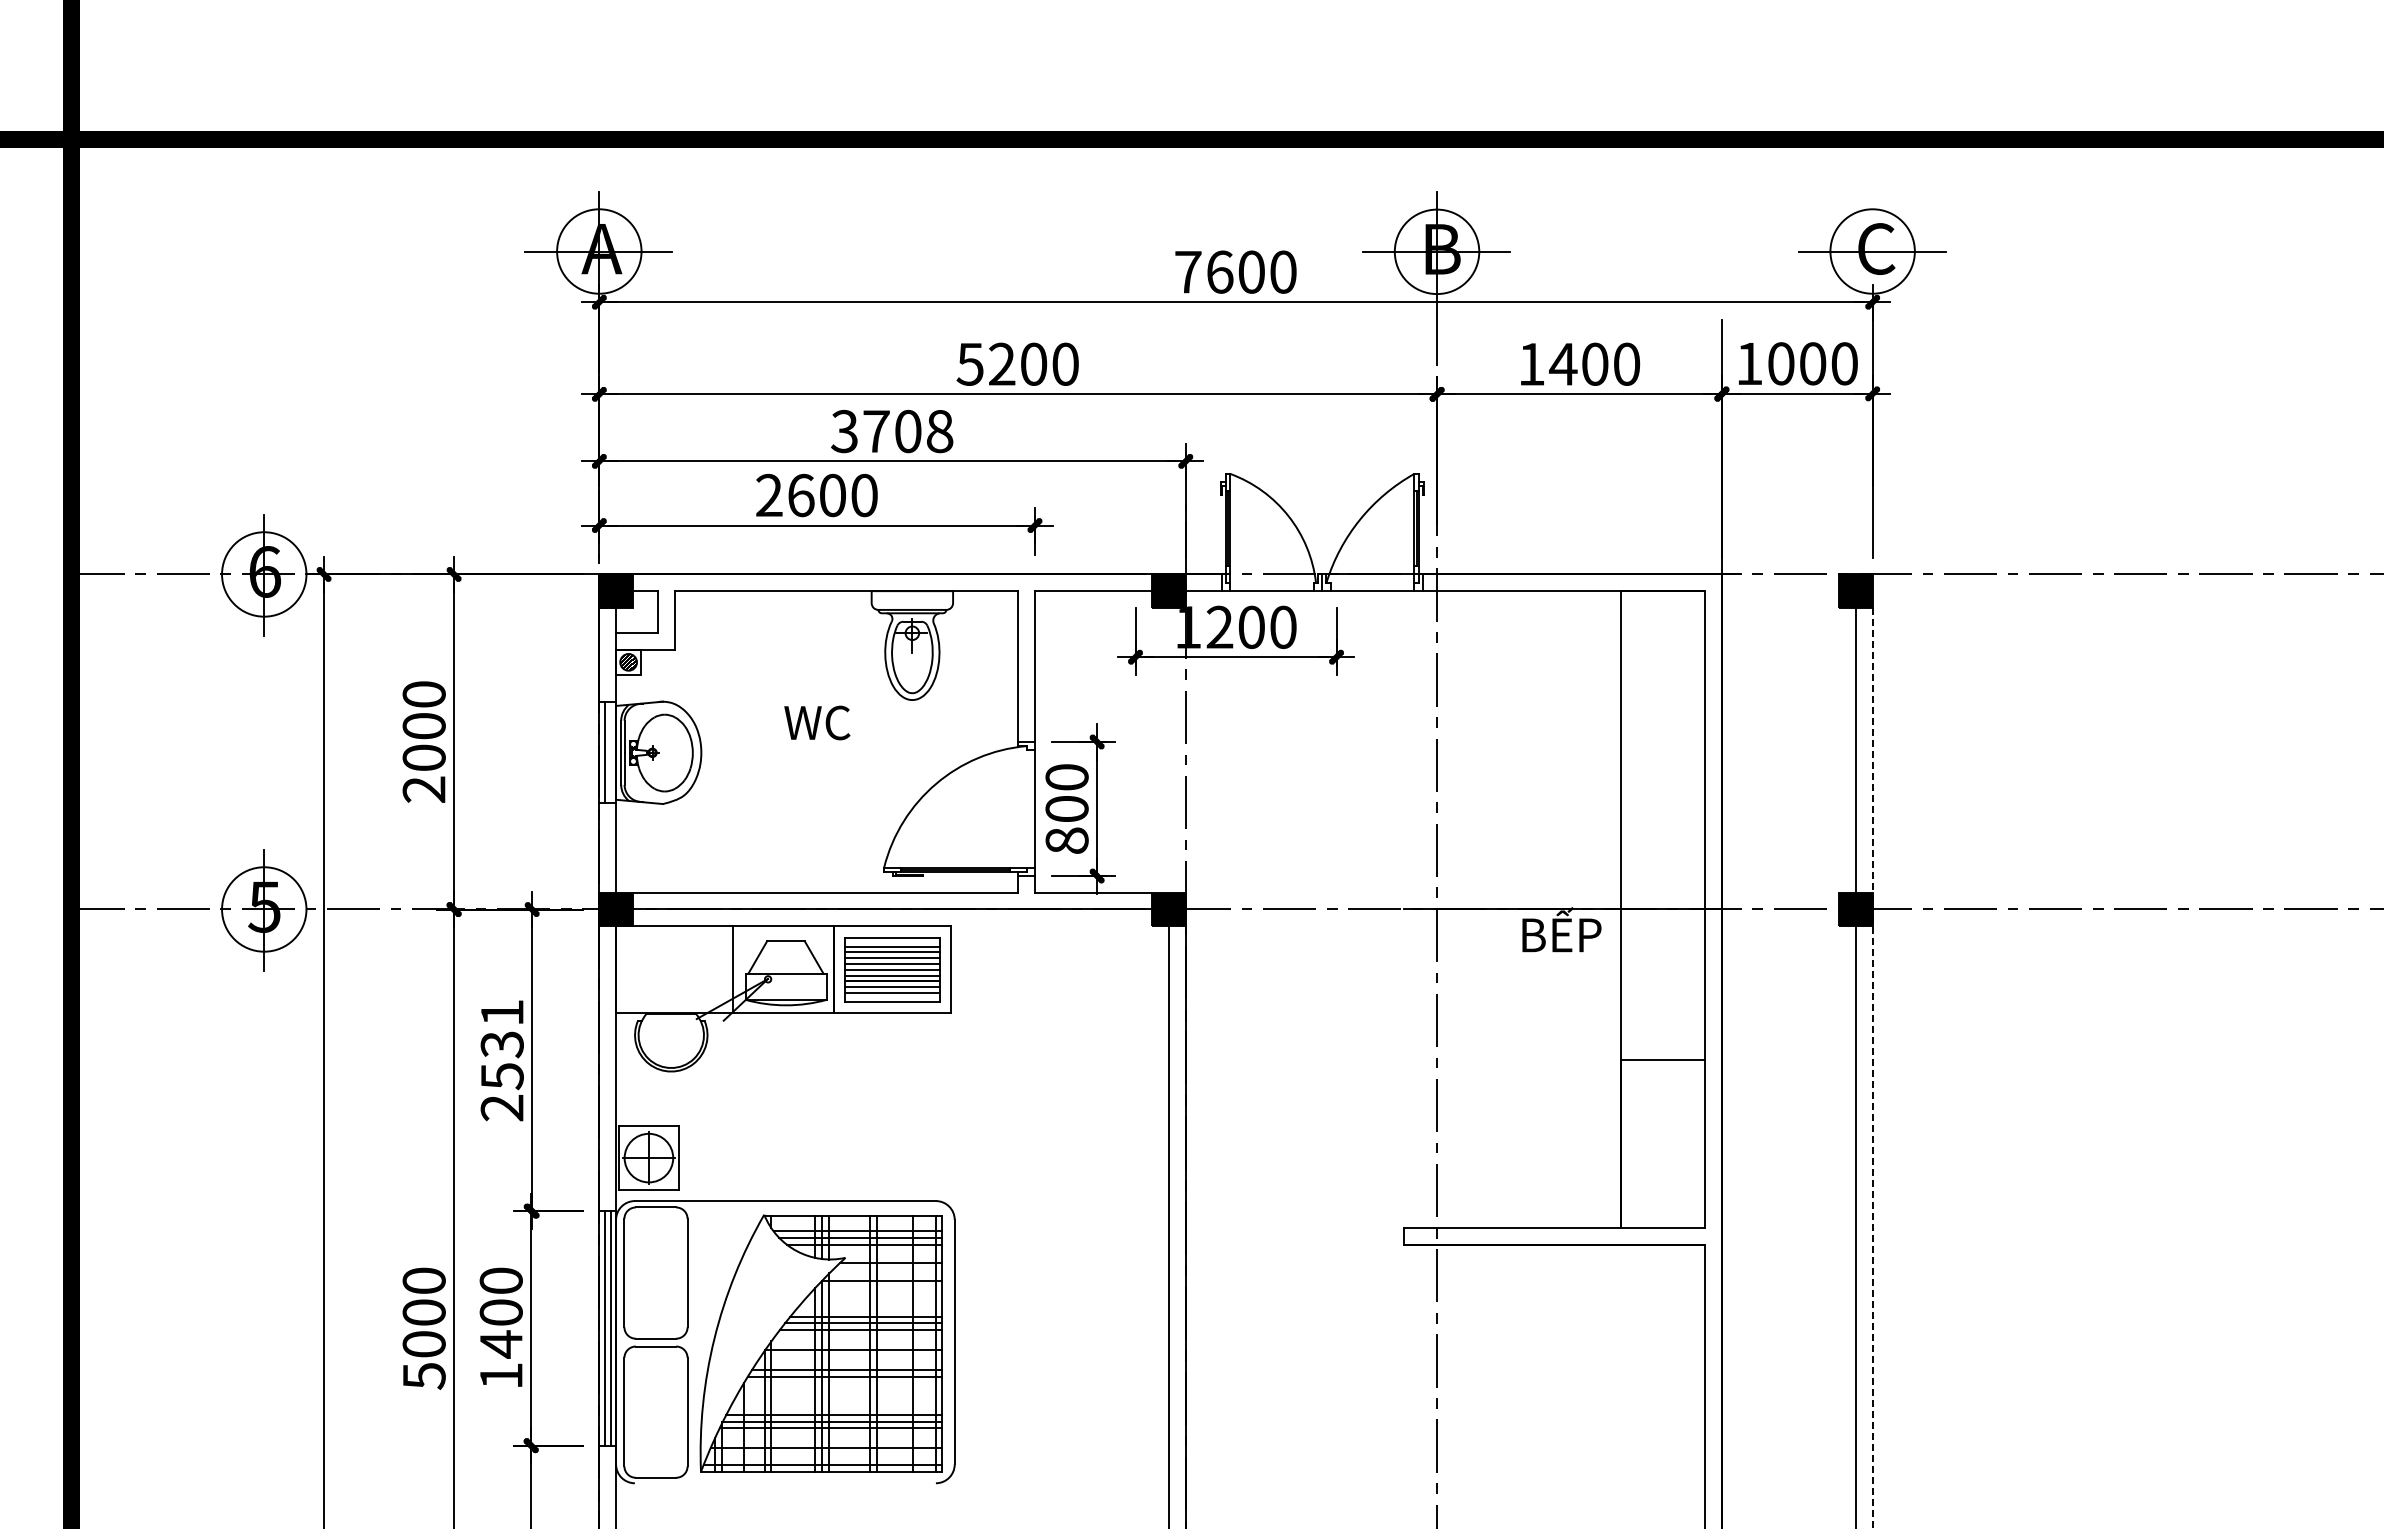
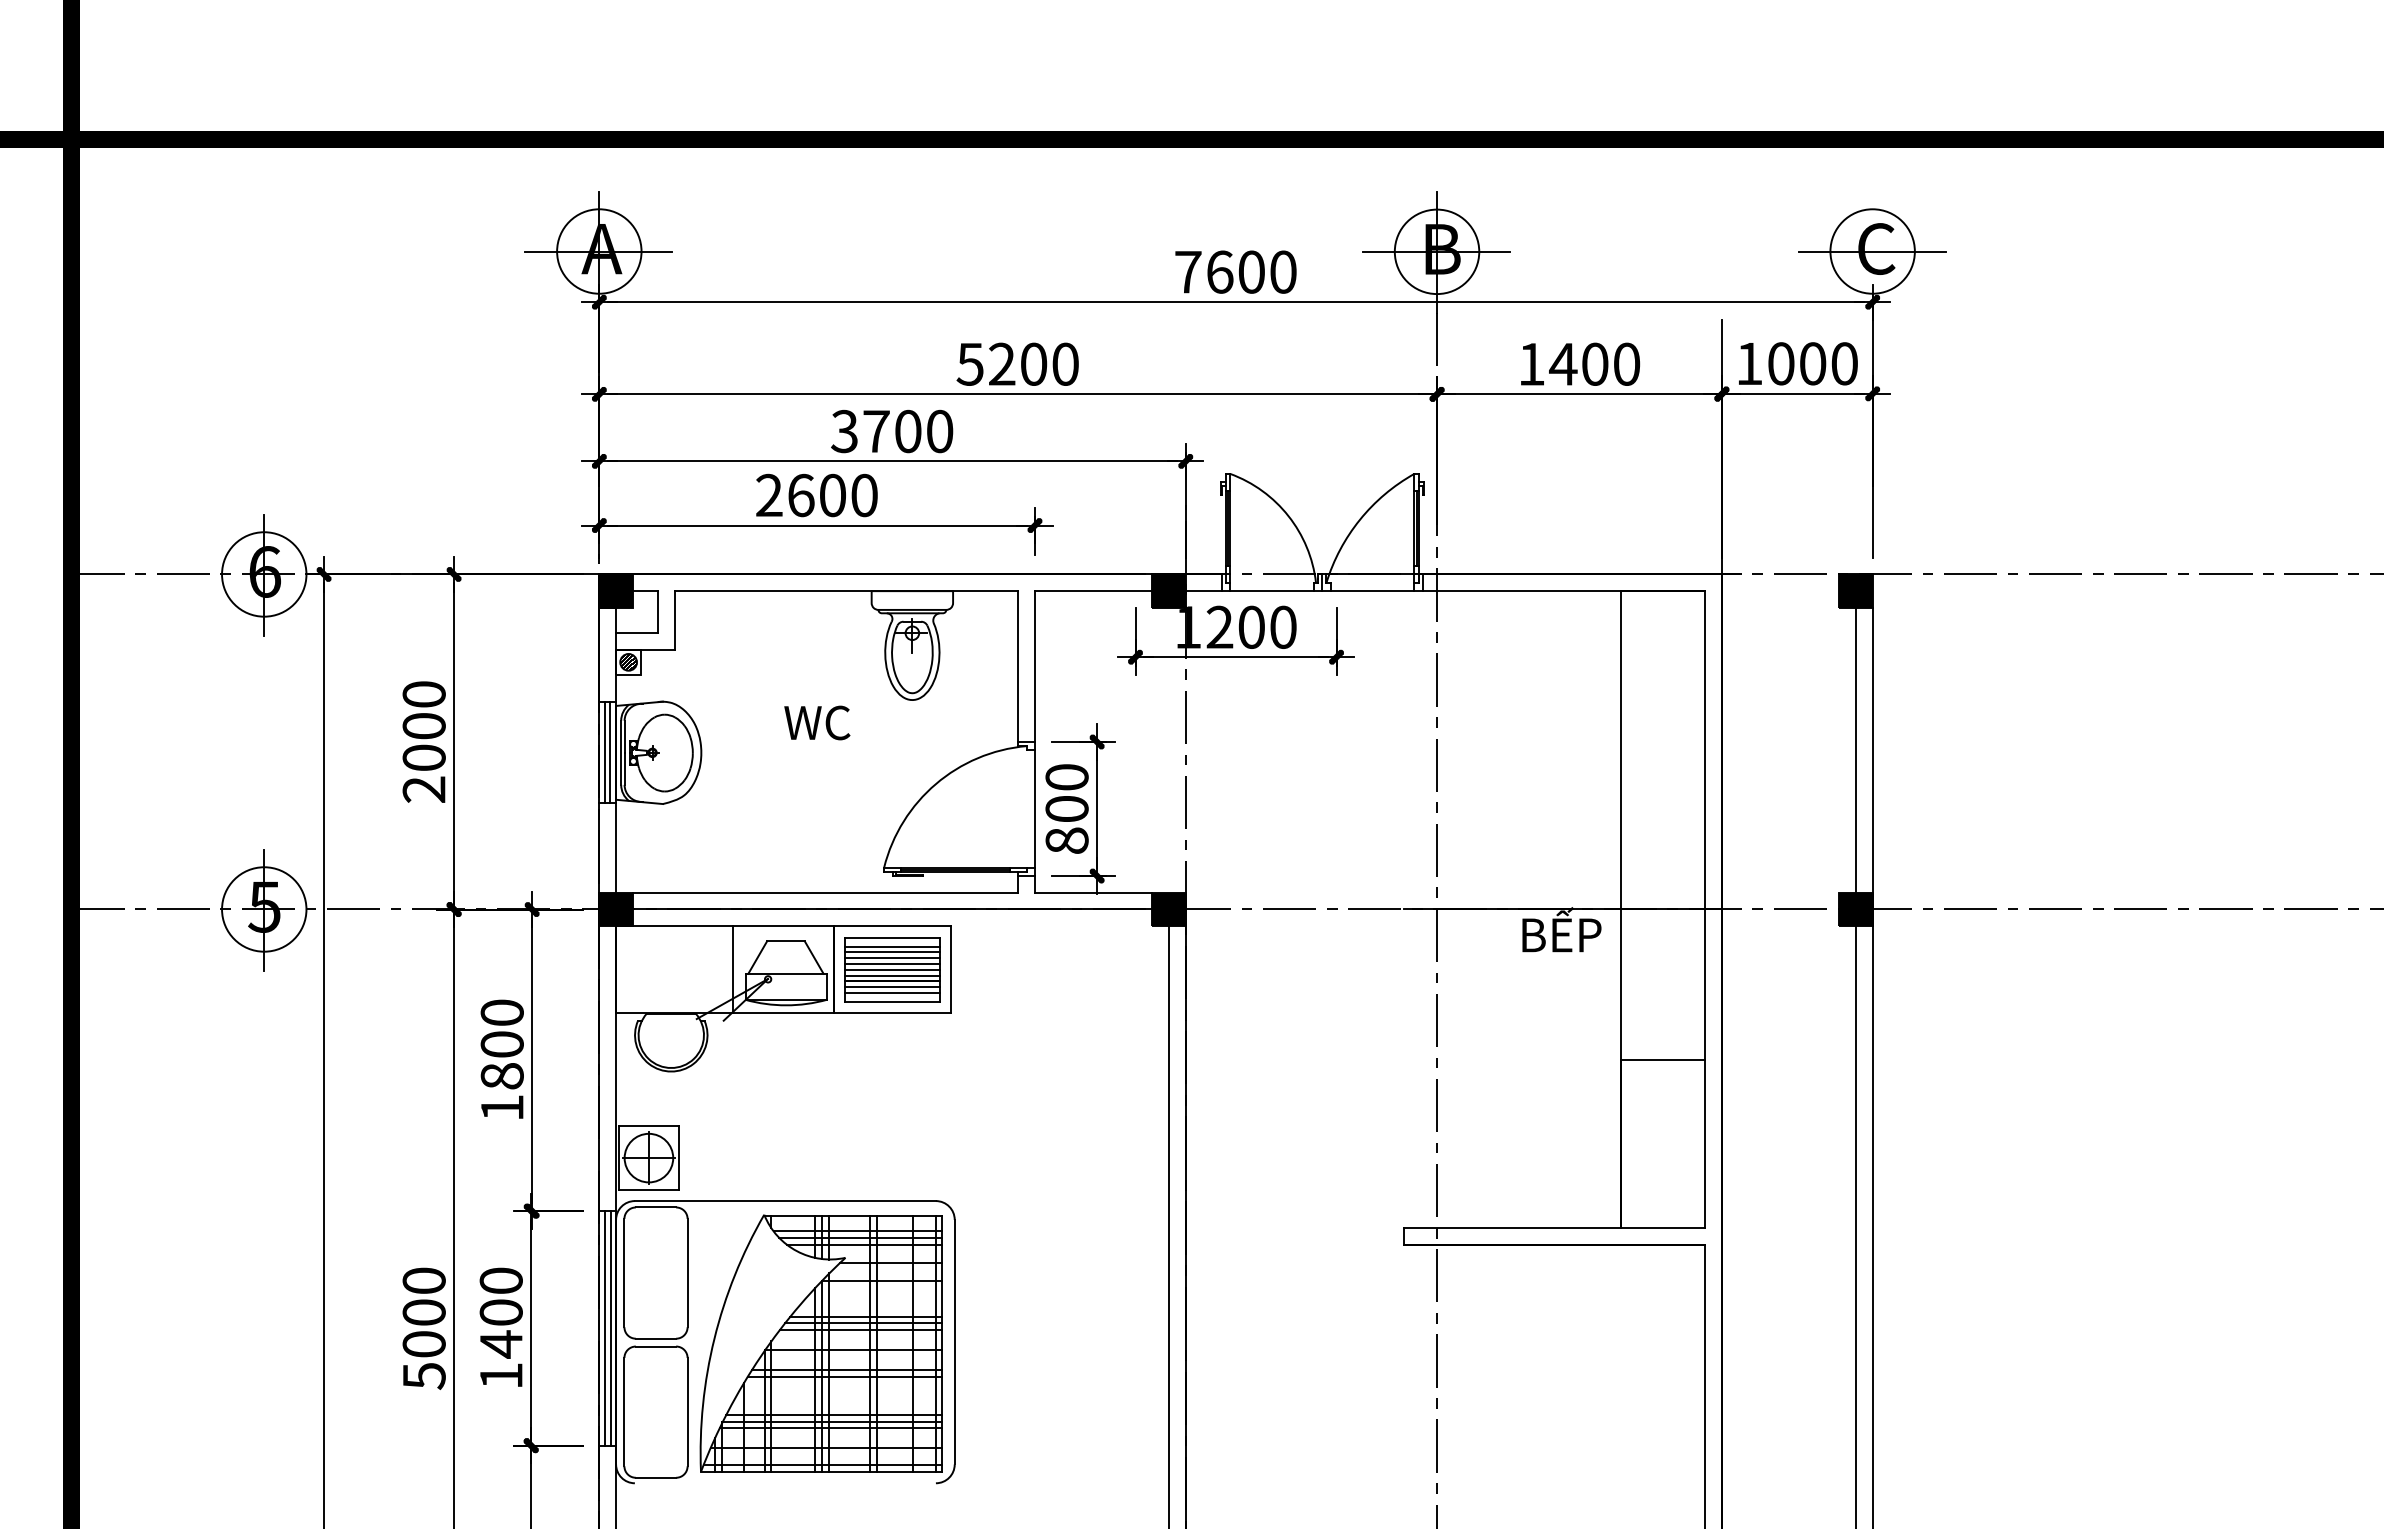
text at (940, 430): 3708 -> 3700
line at (609, 752): none -> present
text at (501, 1060): 2531 -> 1800
line at (1872, 1068): dashed -> solid
